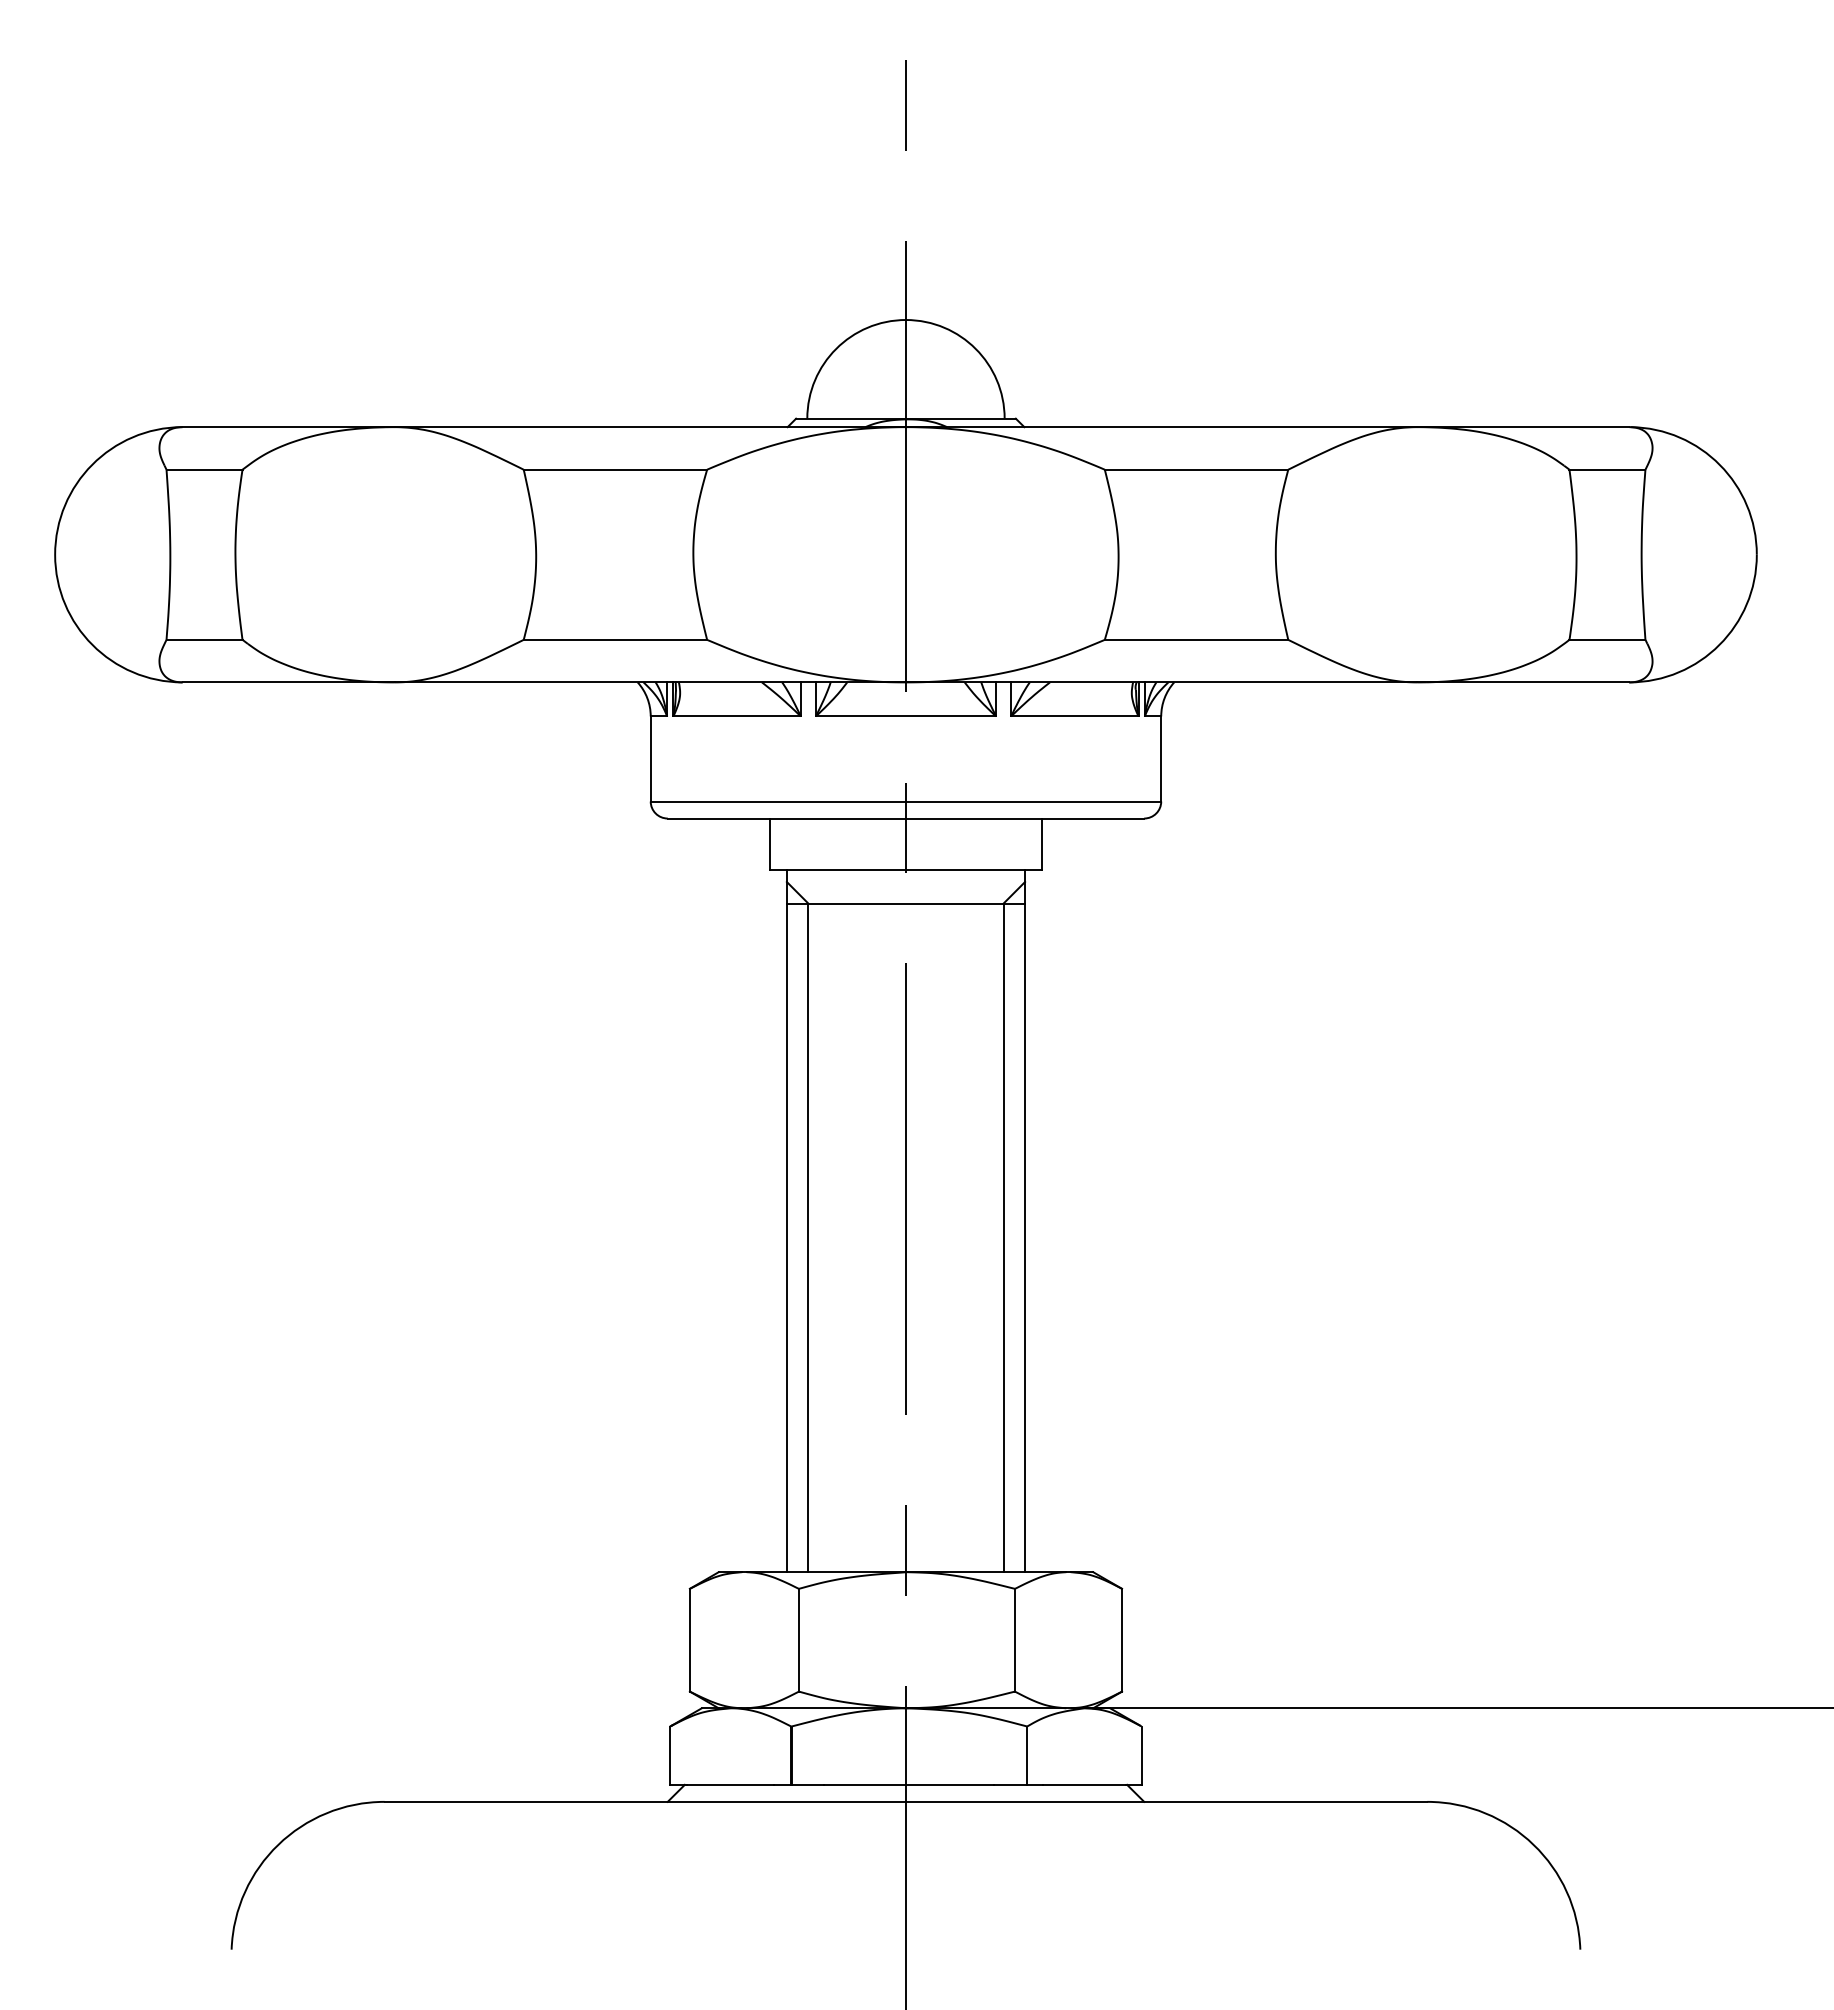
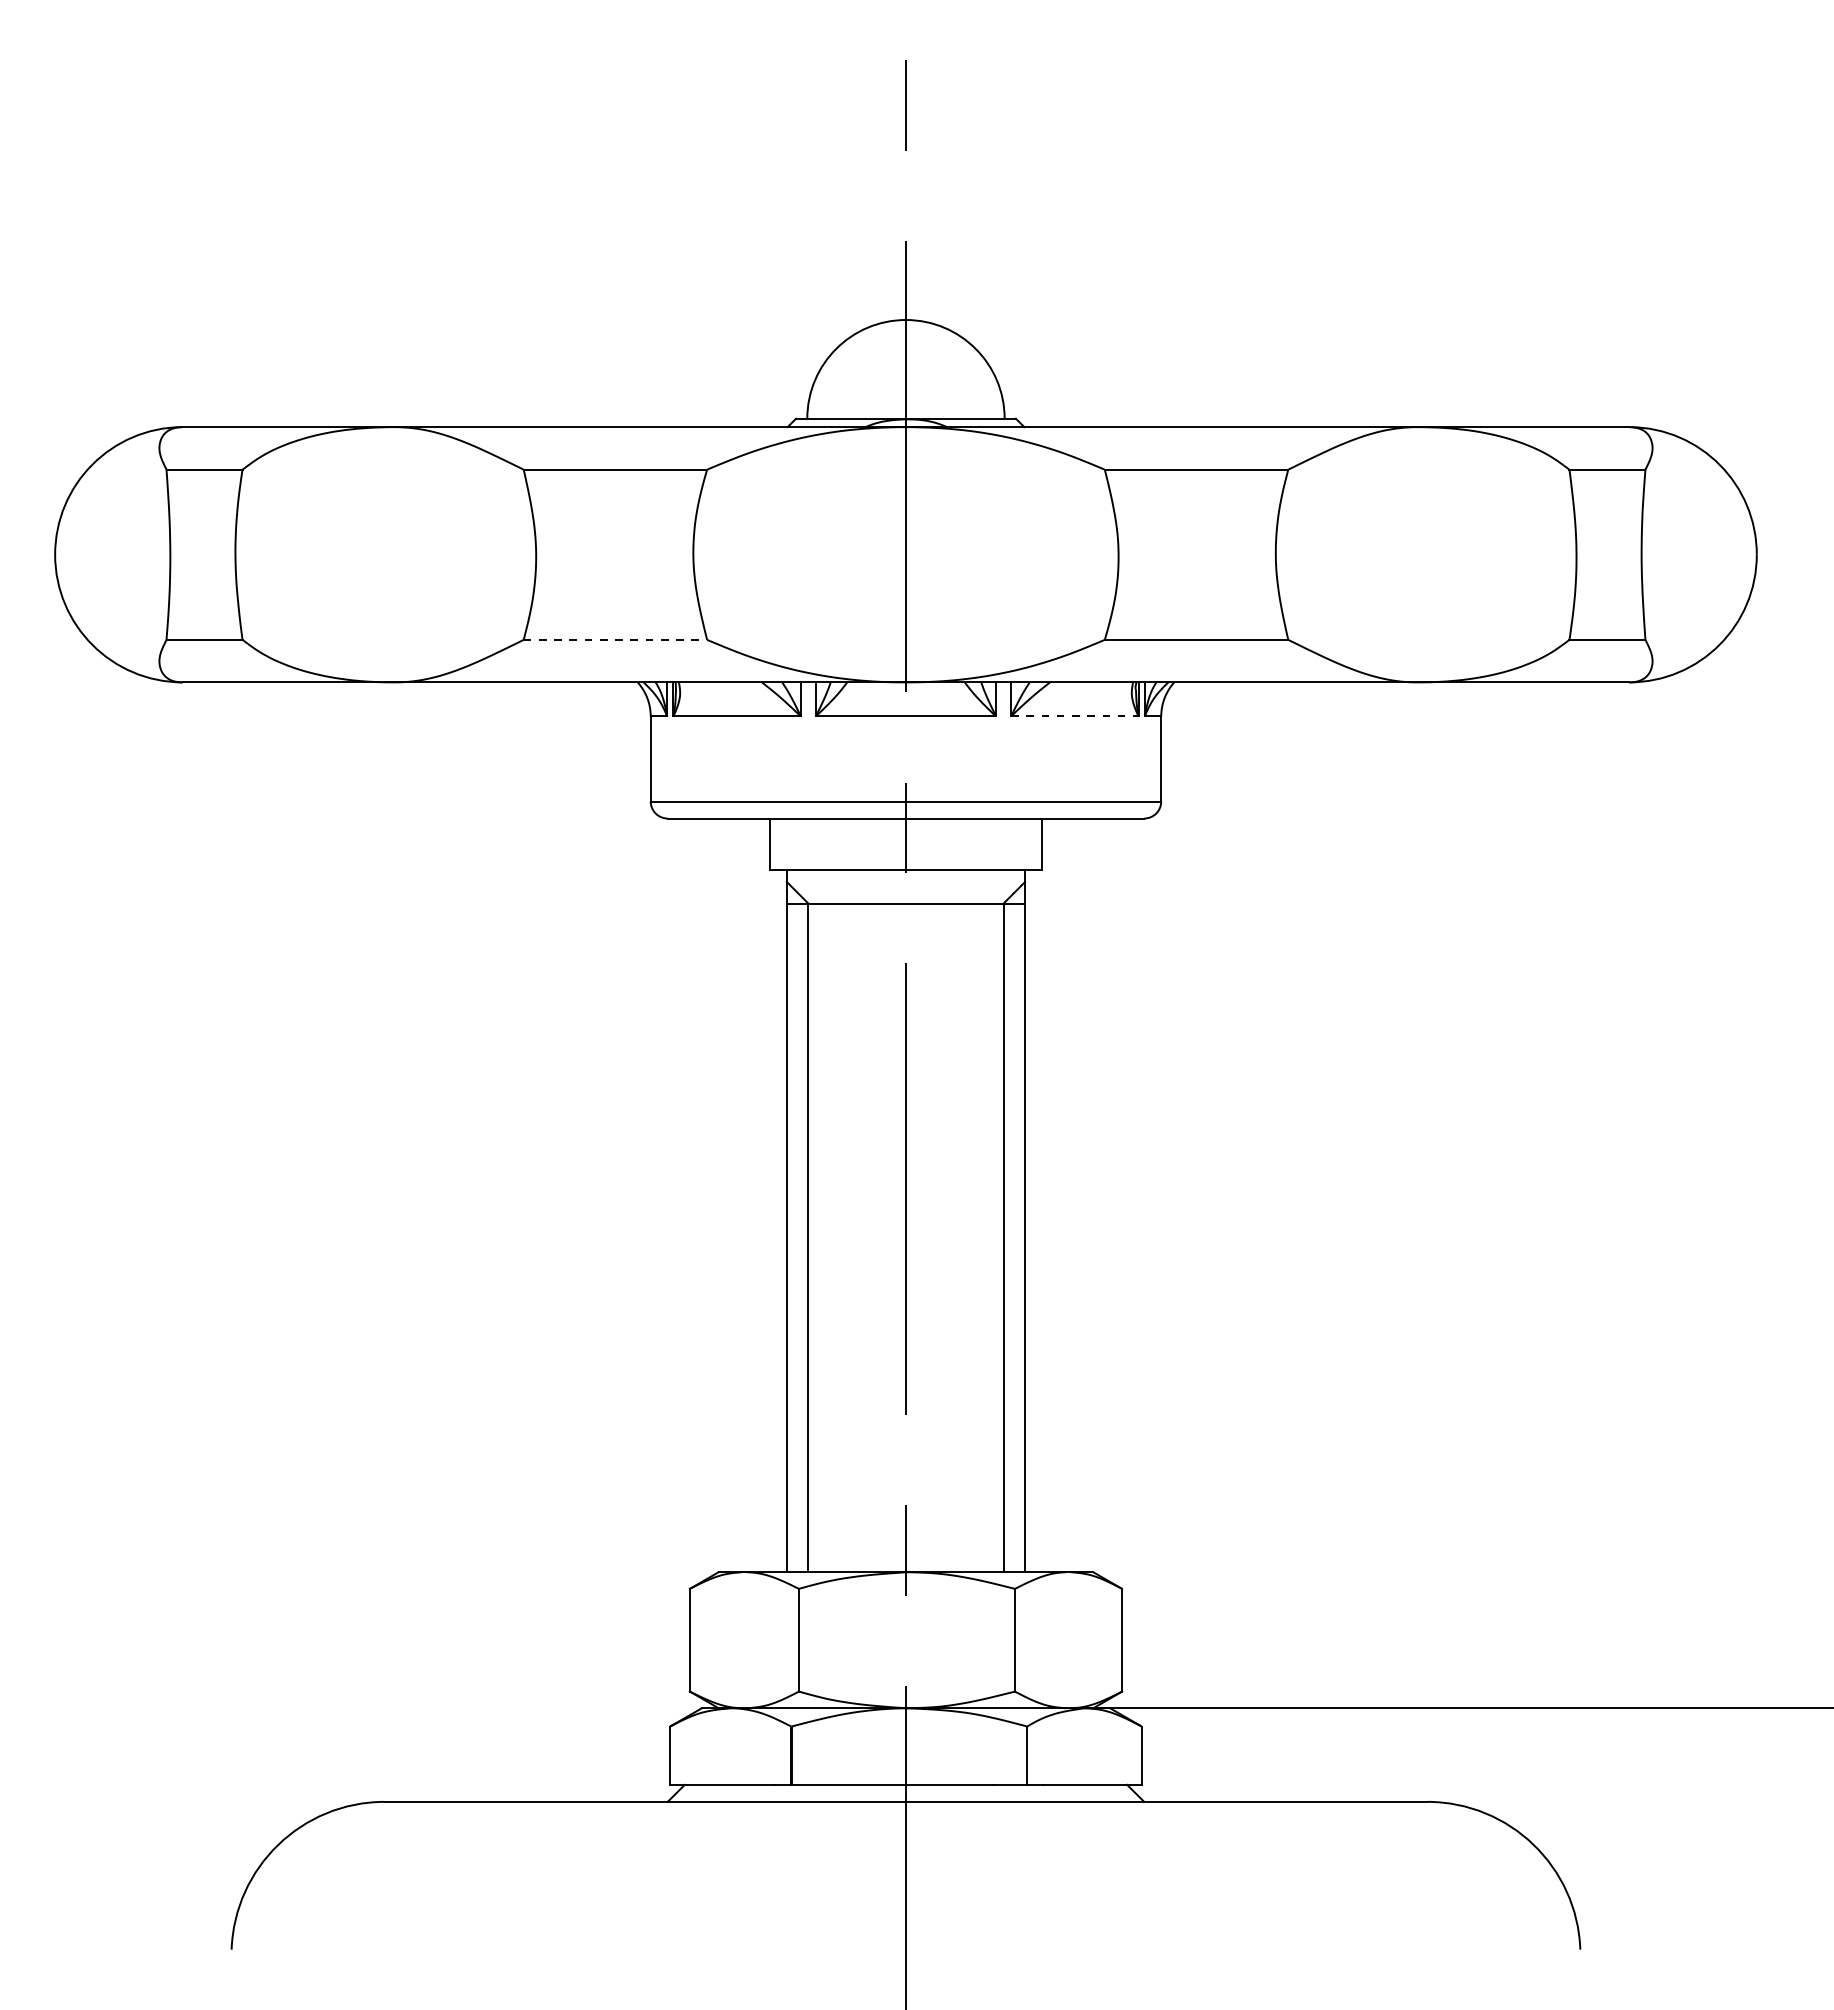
line at (615, 639): solid -> dashed
line at (1074, 716): solid -> dashed
